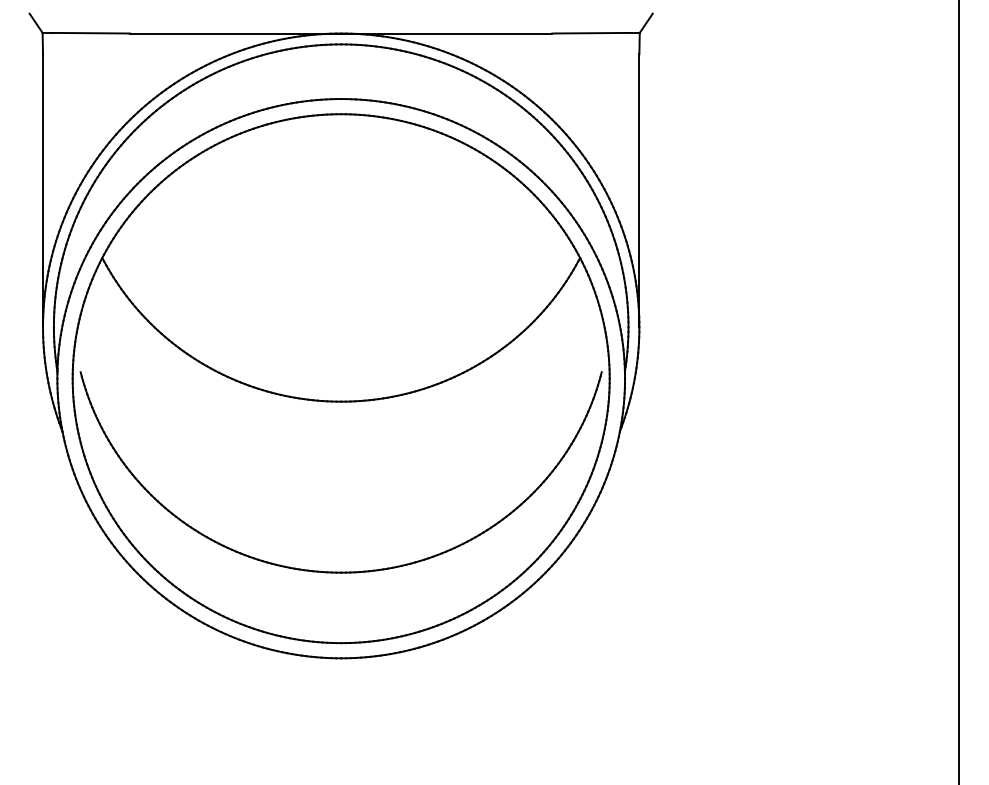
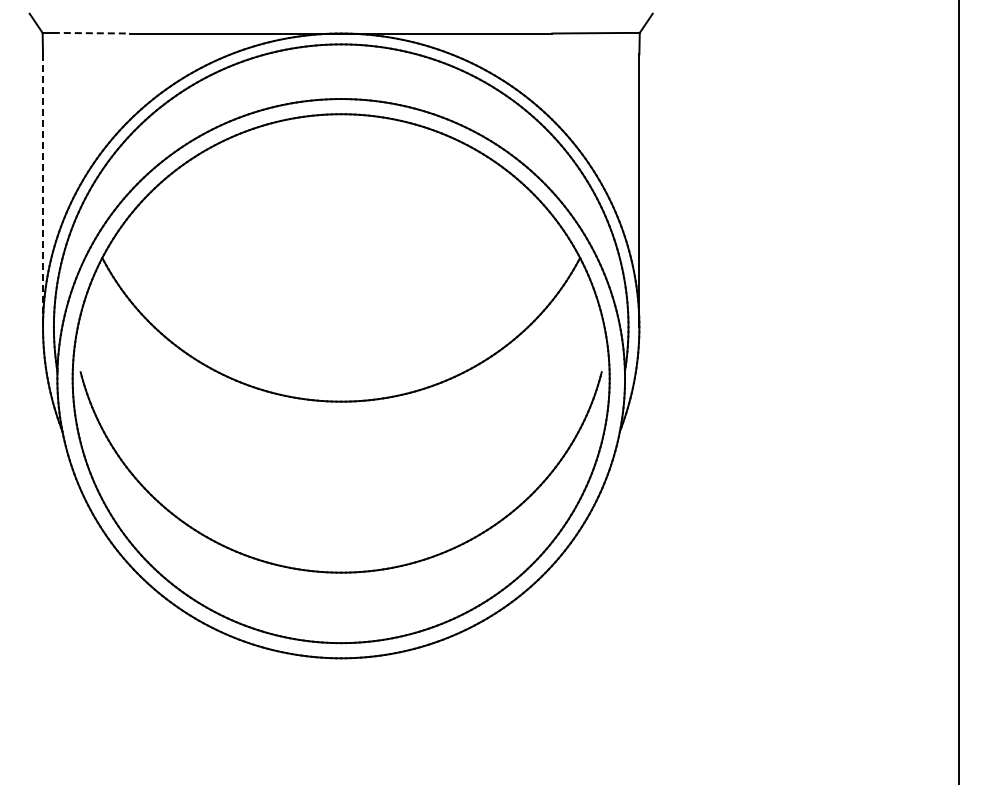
line at (91, 33): solid -> dashed
line at (43, 191): solid -> dashed
